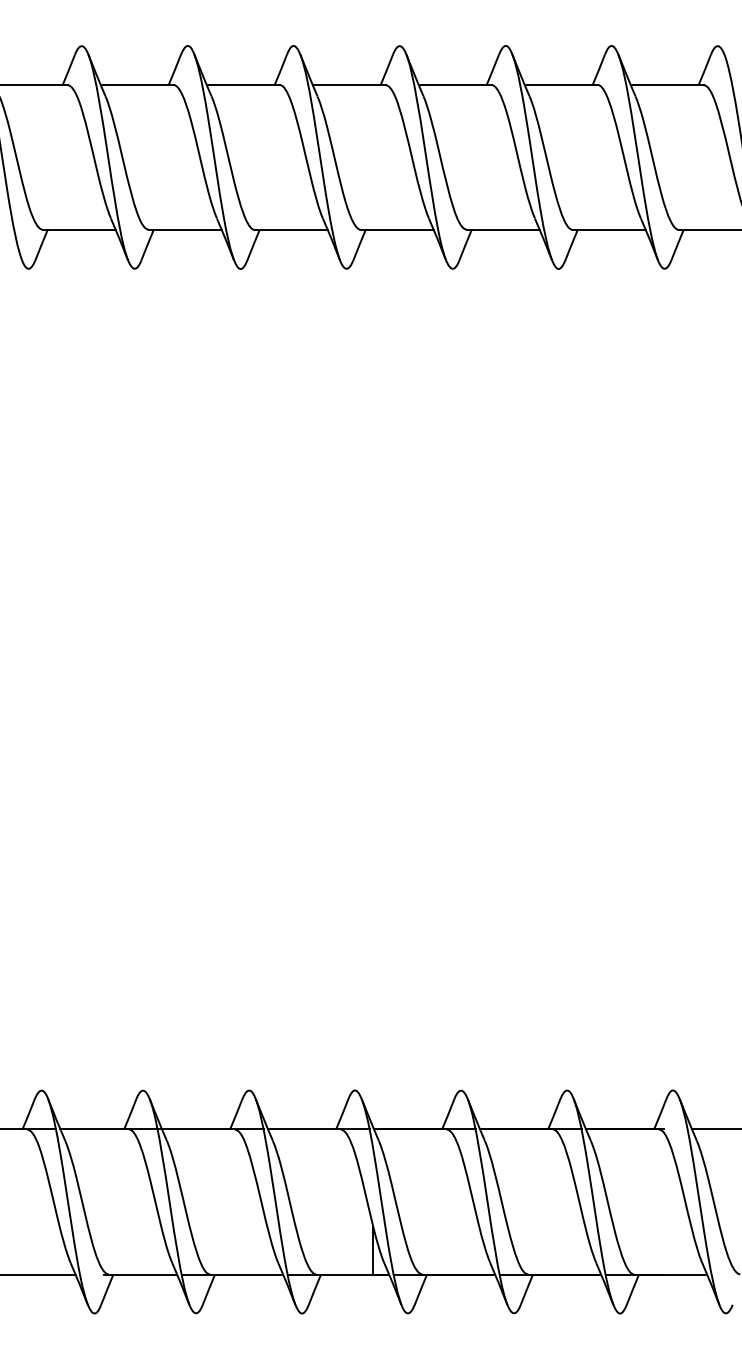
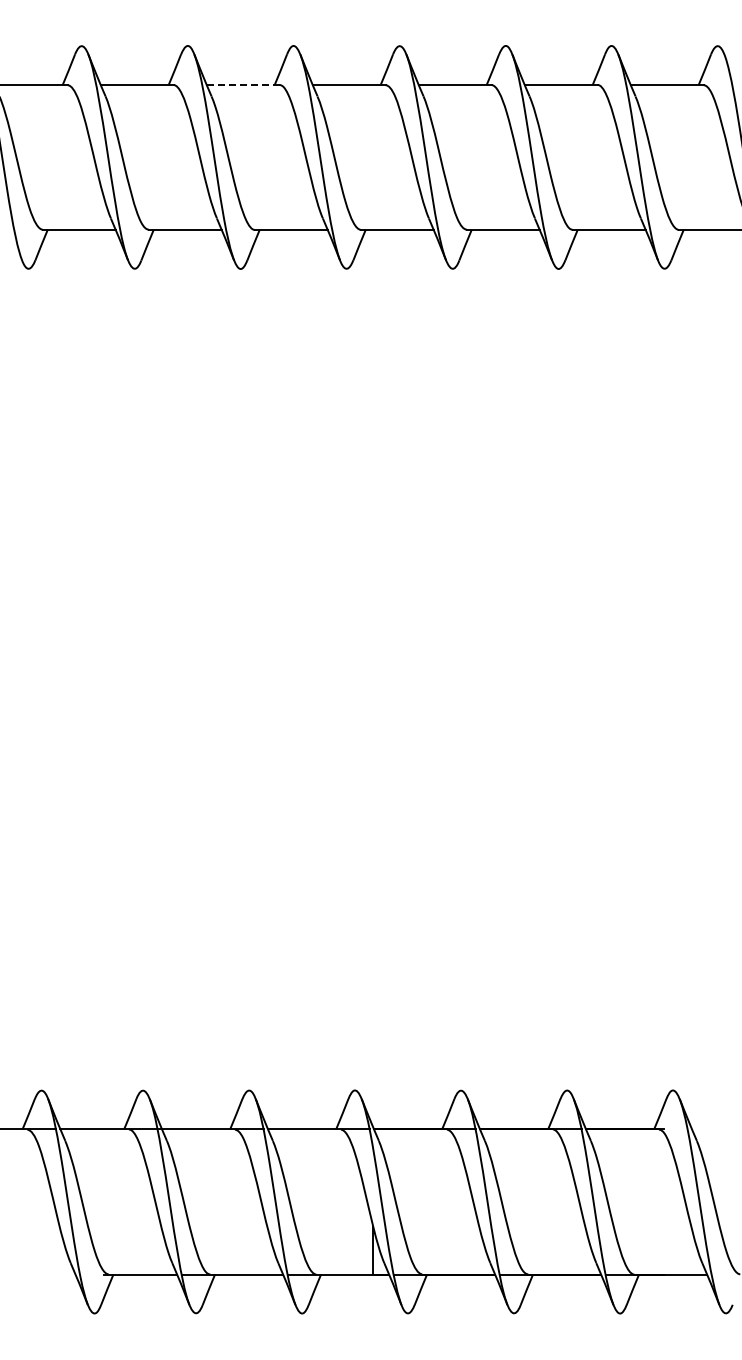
line at (243, 84): solid -> dashed
line at (715, 1129): present -> none
line at (38, 1274): present -> none
